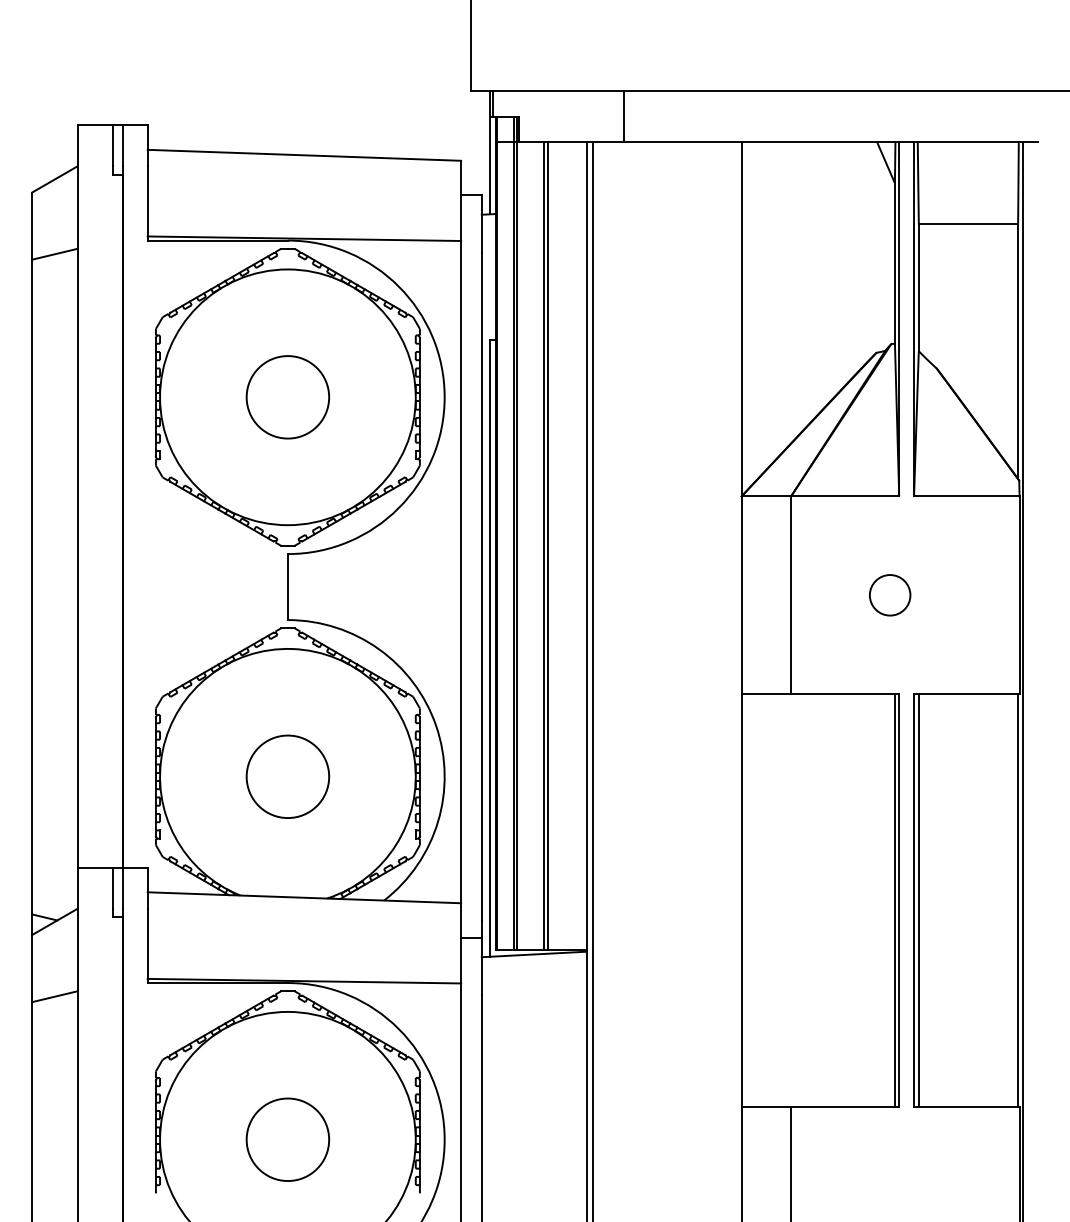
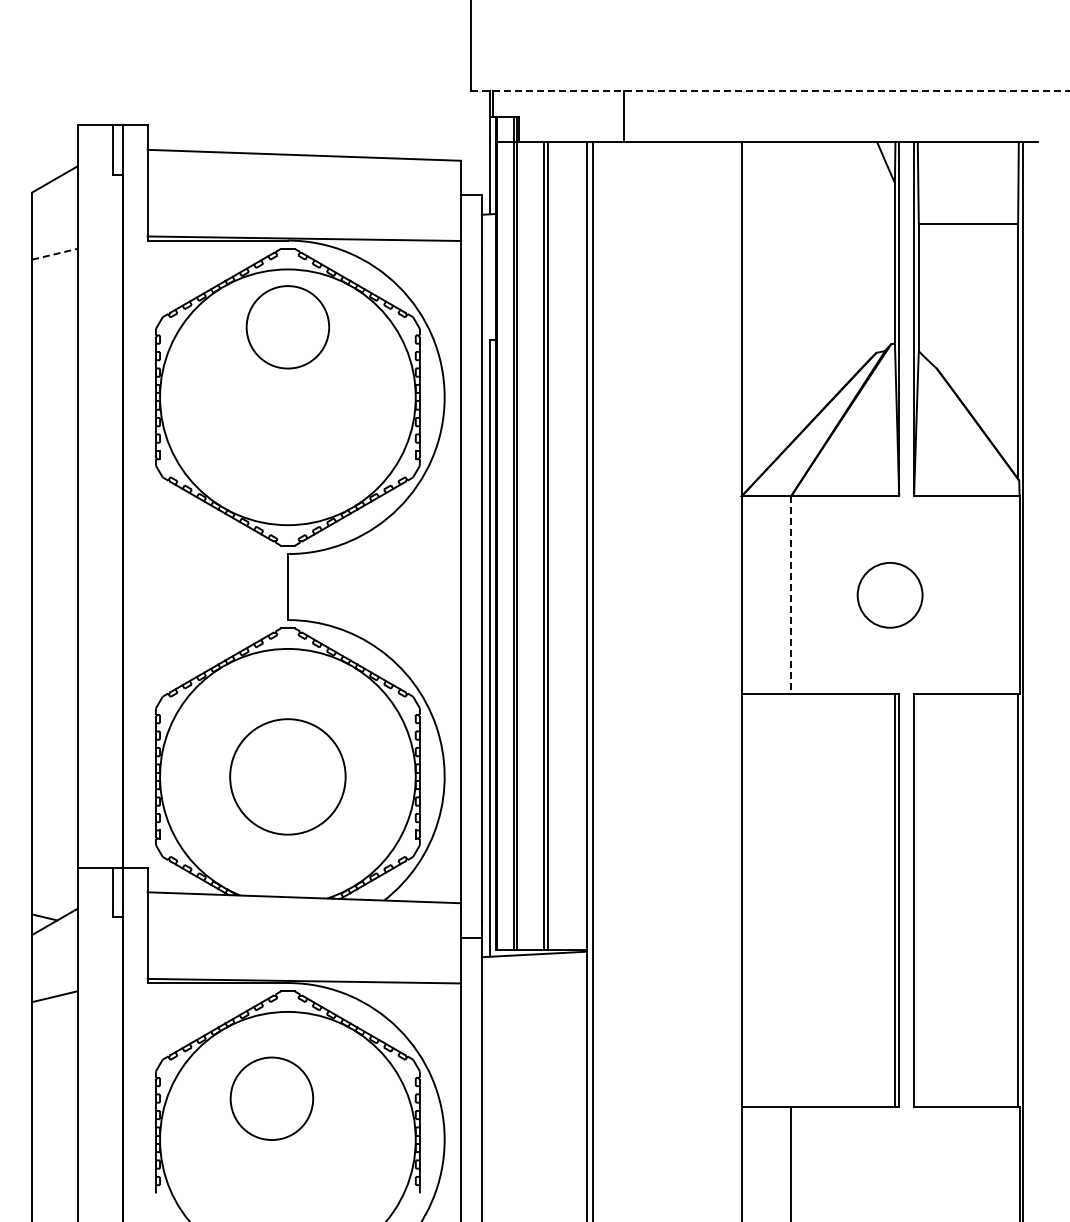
line at (770, 91): solid -> dashed
line at (55, 254): solid -> dashed
circle at (287, 397) position: (287, 397) -> (287, 327)
line at (791, 595): solid -> dashed
circle at (889, 595) diameter: 41 px -> 65 px
circle at (287, 776) size: 86x85 px -> 118x118 px
line at (918, 900): present -> none
circle at (287, 1139) position: (287, 1139) -> (271, 1098)
